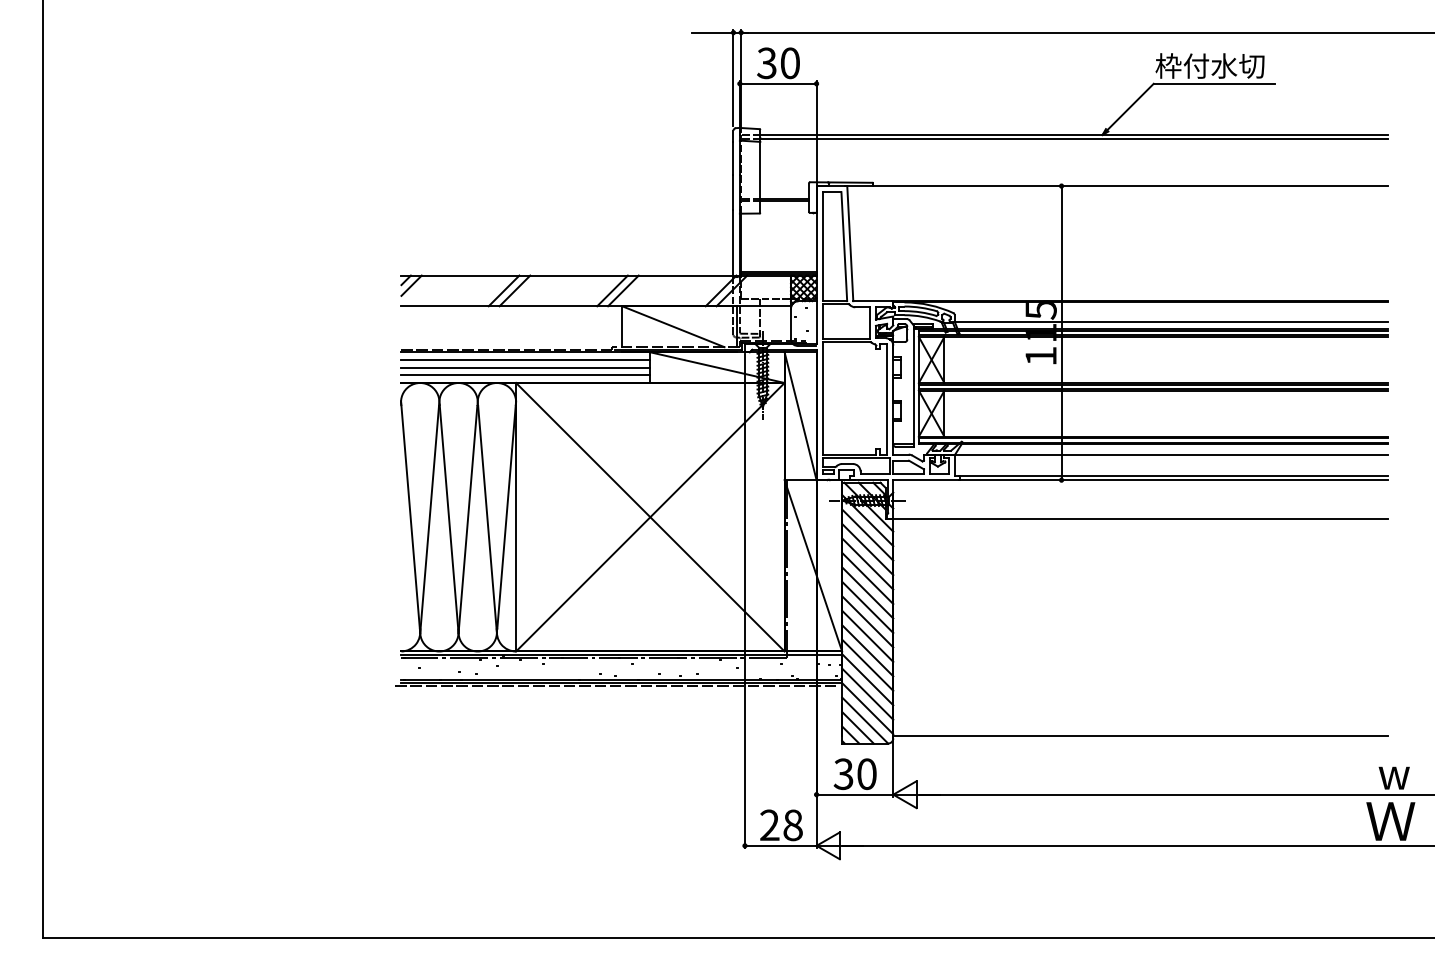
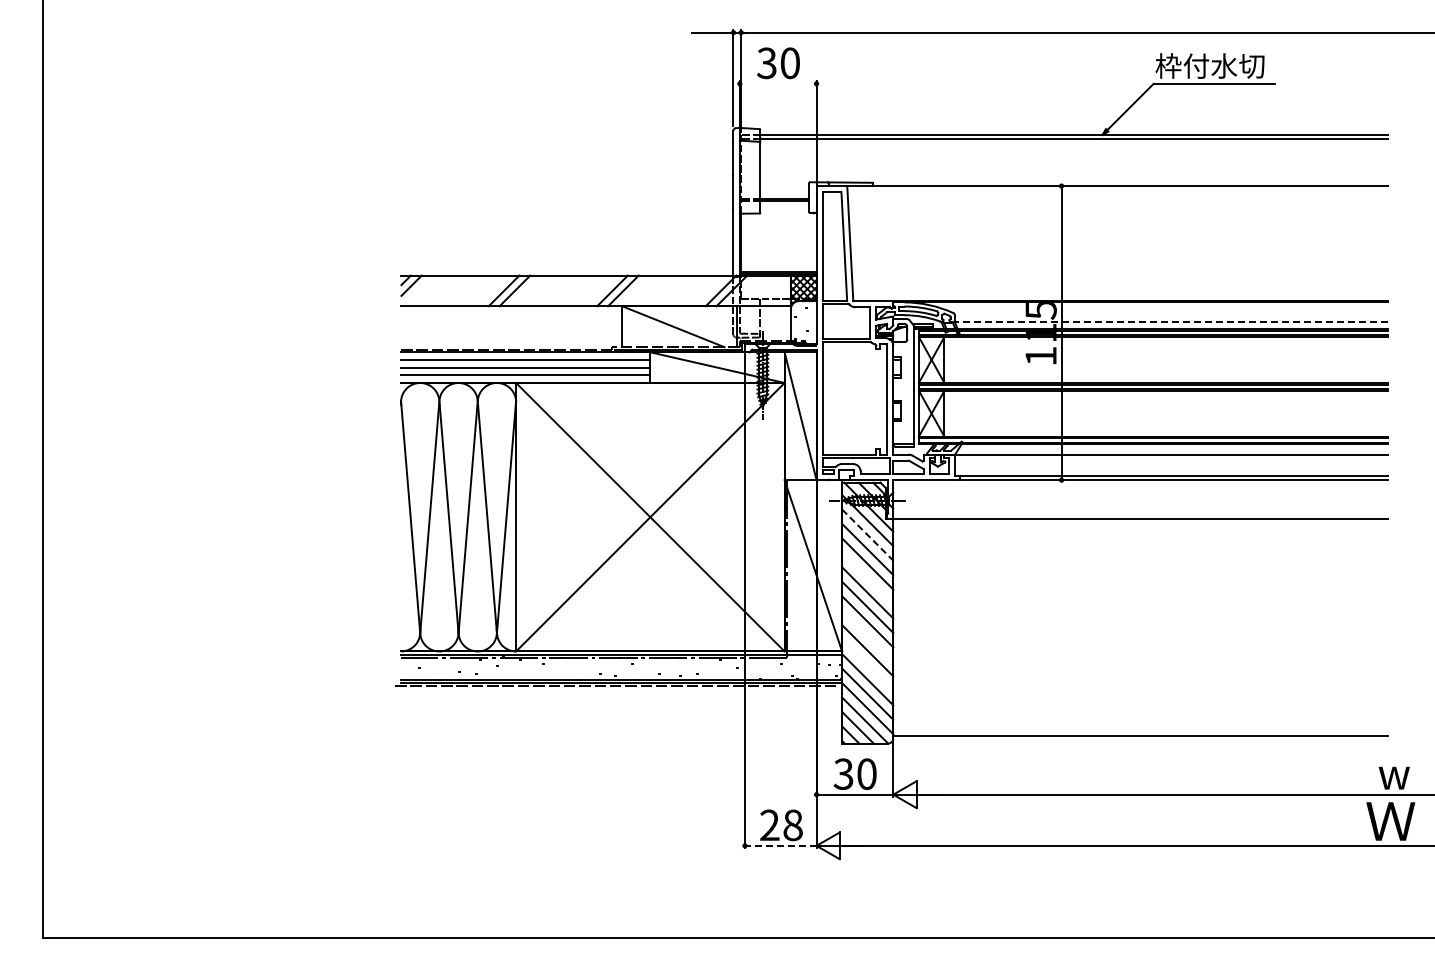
line at (777, 83): present -> none
line at (1171, 321): solid -> dashed
line at (868, 535): solid -> dashed
line at (867, 578): present -> none
line at (867, 635): present -> none
line at (867, 664): present -> none
line at (780, 845): solid -> dashed
